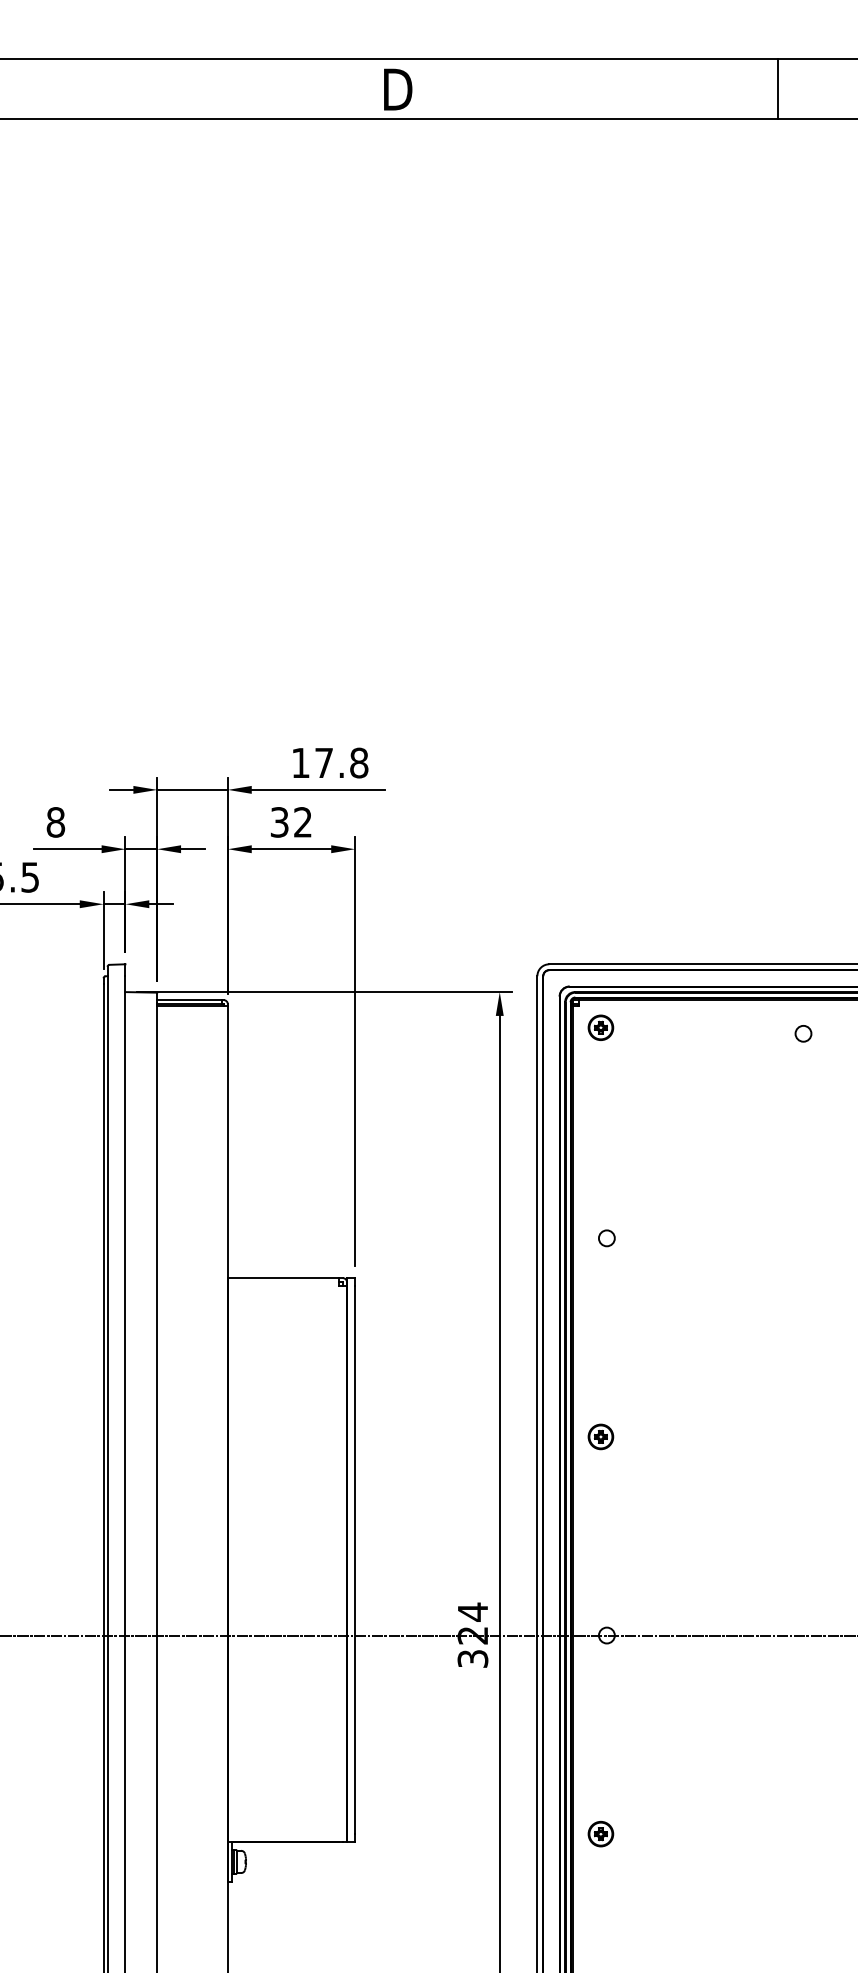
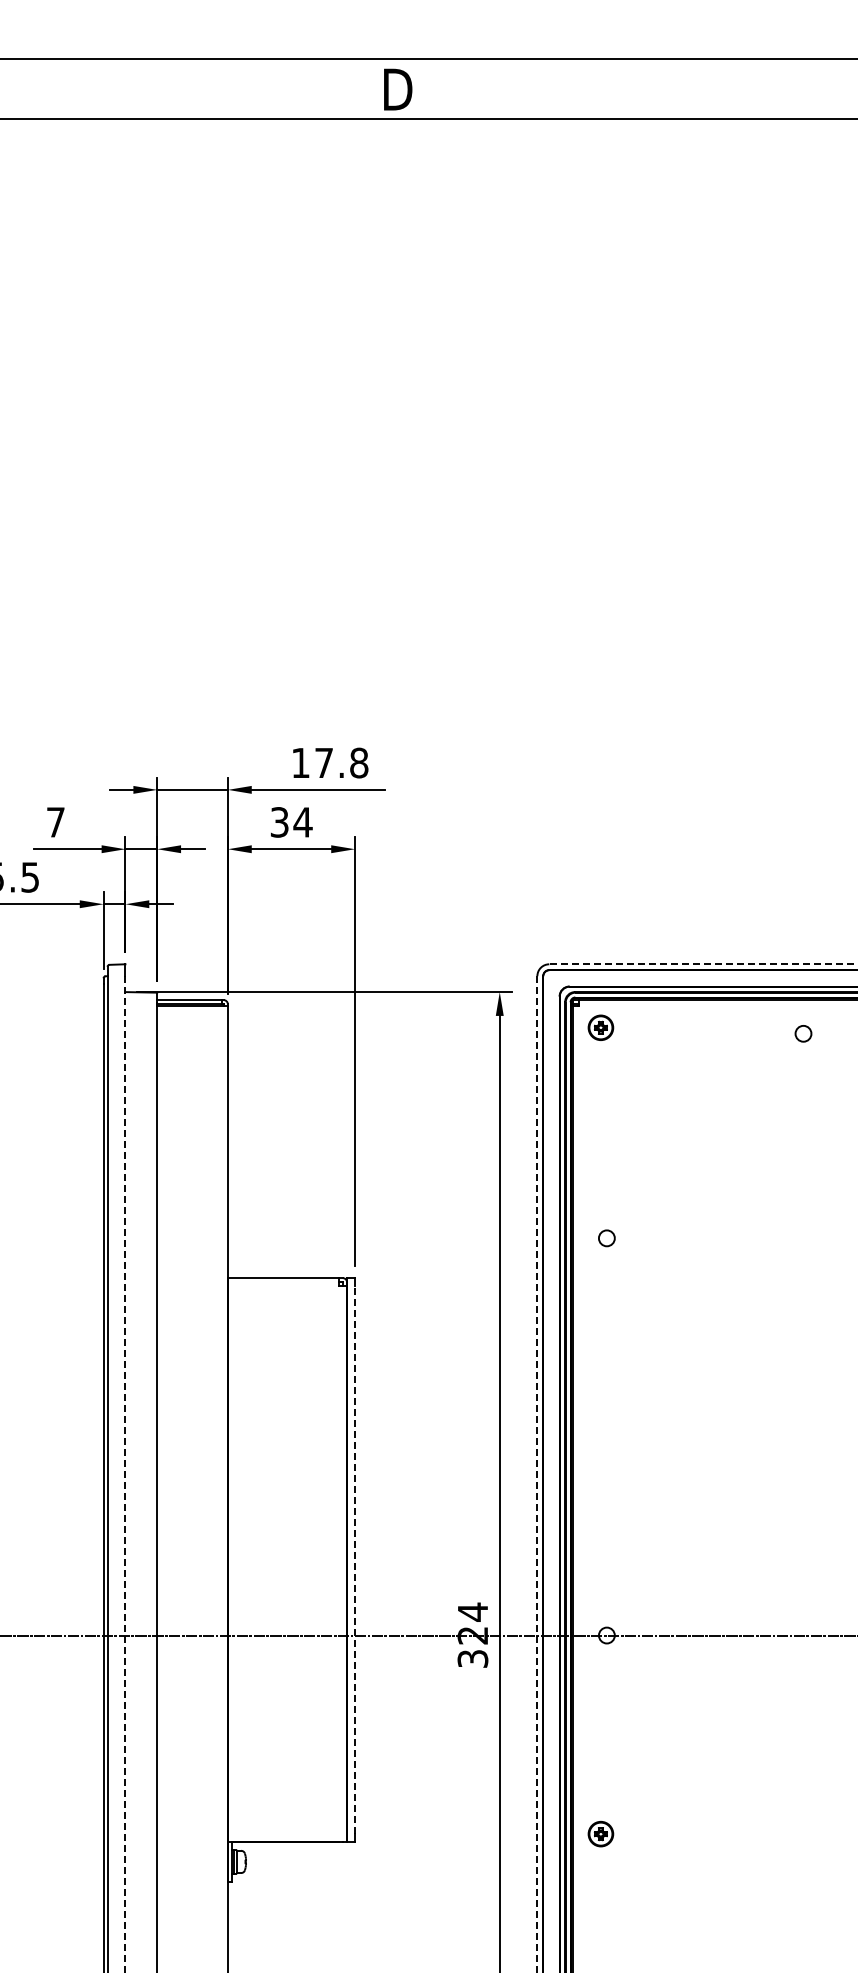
line at (778, 88): present -> none
text at (55, 822): 8 -> 7
text at (302, 822): 32 -> 34
line at (703, 964): solid -> dashed
part at (600, 1436): present -> none
line at (125, 1475): solid -> dashed
line at (537, 1475): solid -> dashed
line at (355, 1559): solid -> dashed
